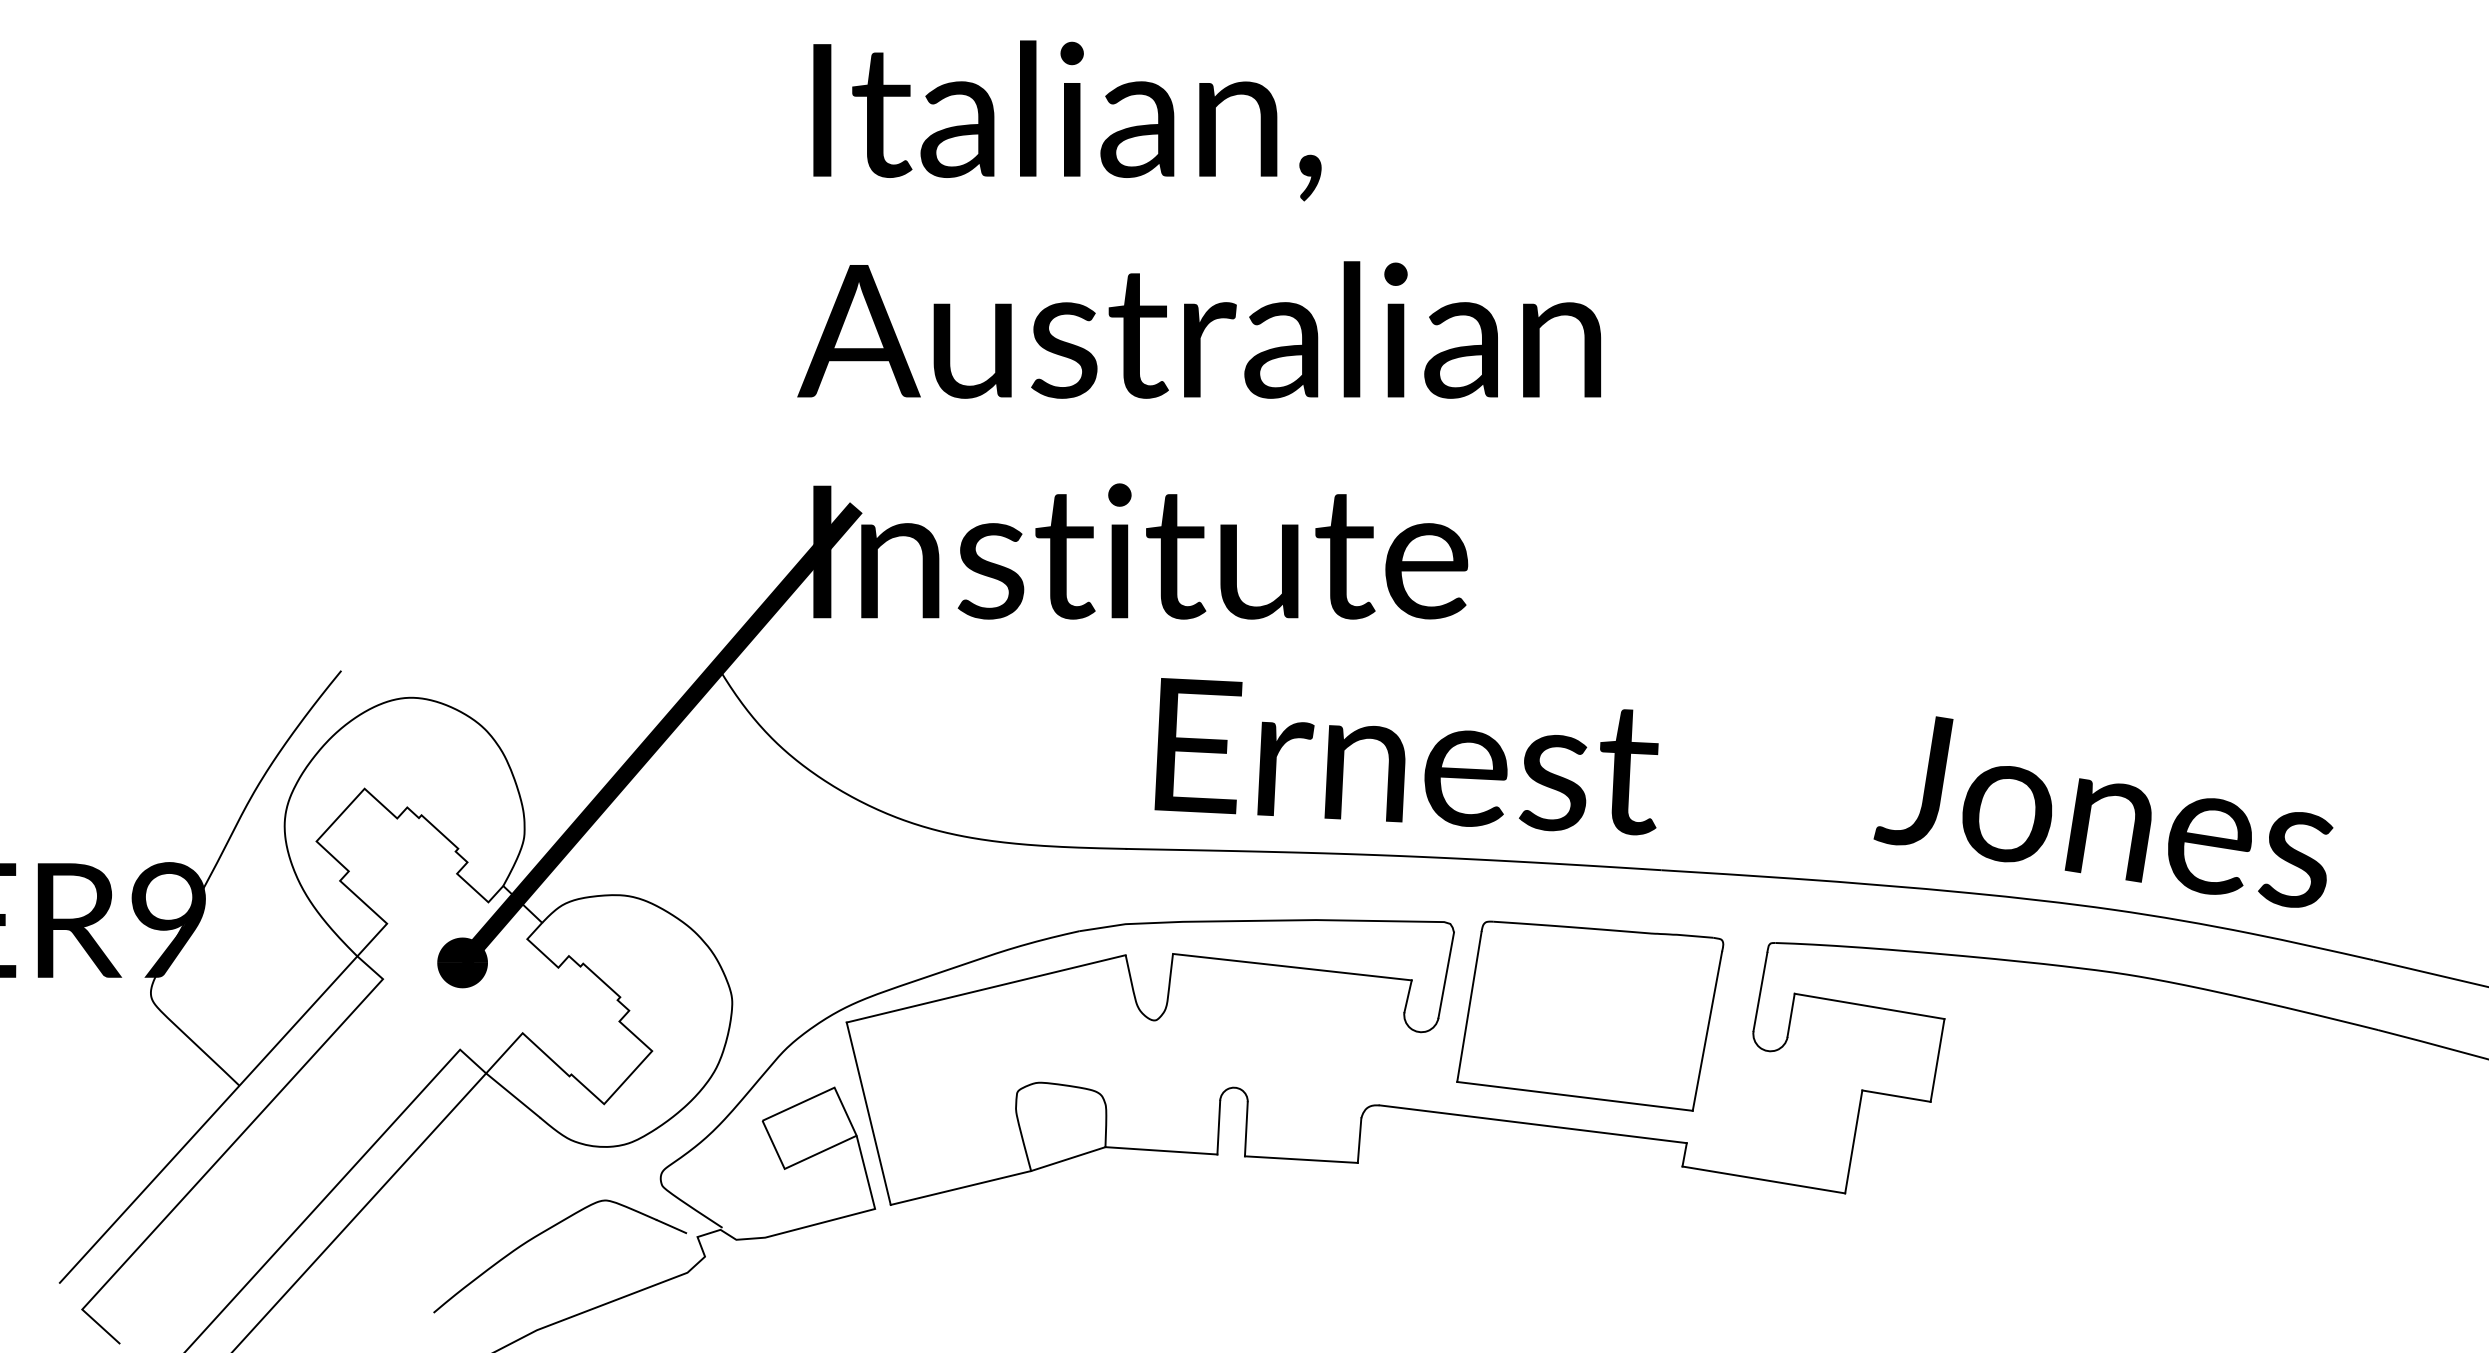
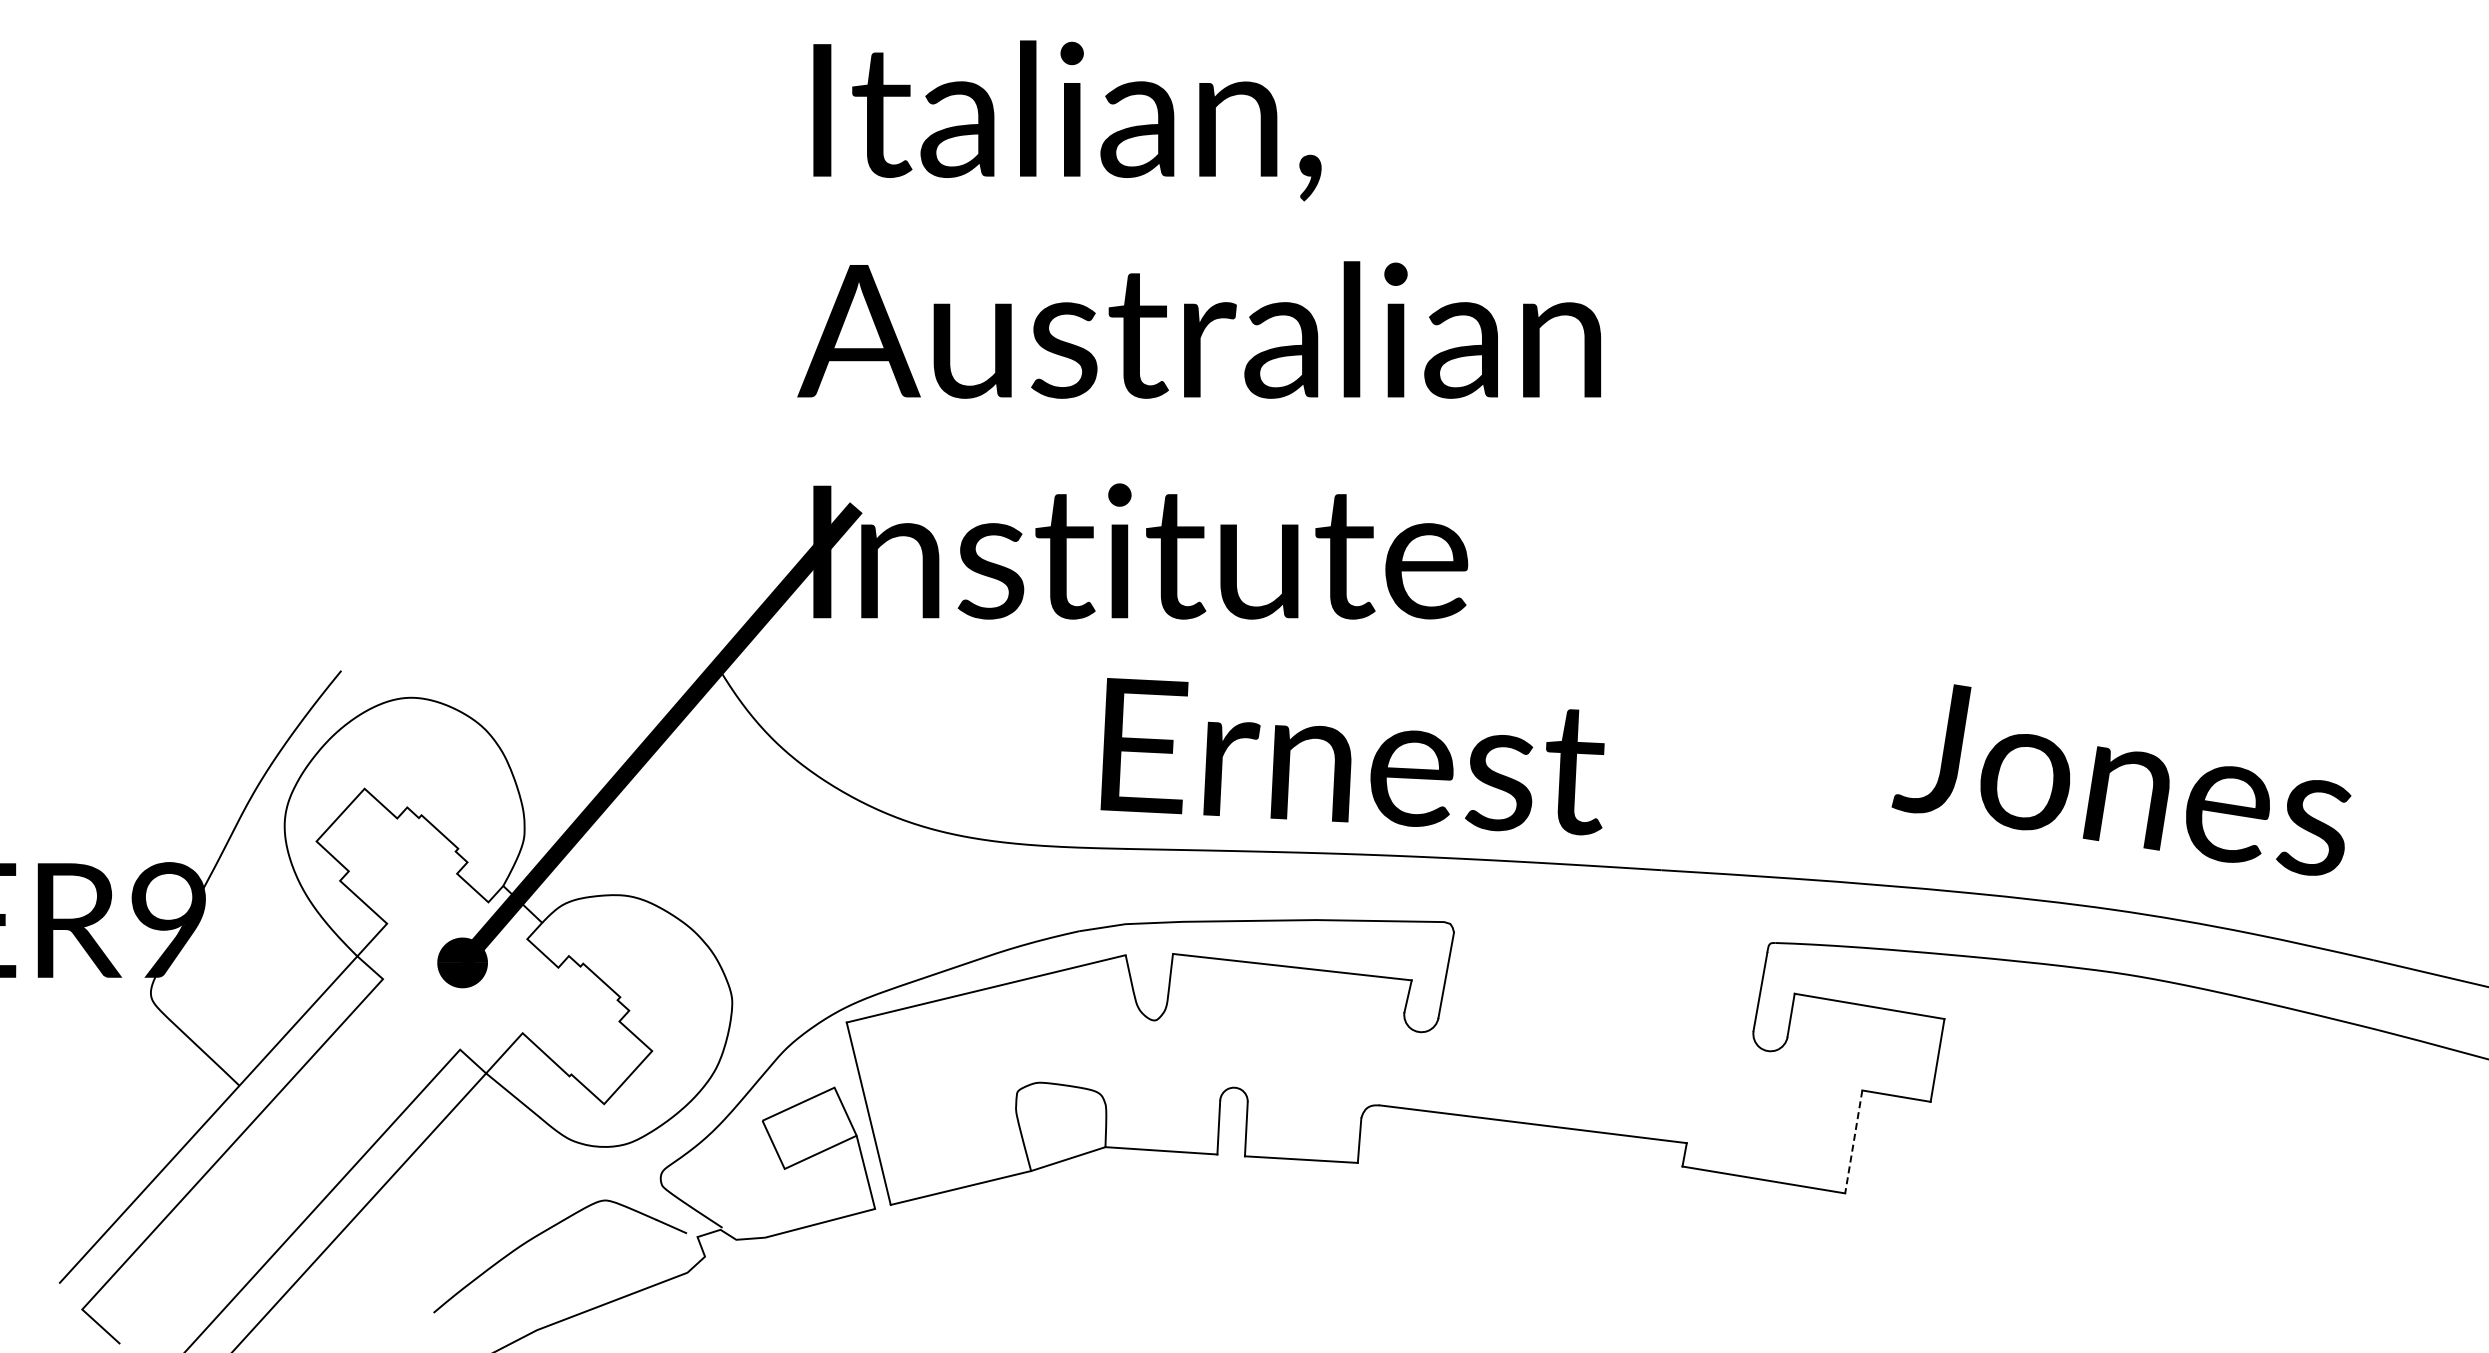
text at (1406, 756) position: (1406, 756) -> (1352, 756)
text at (2103, 811) position: (2103, 811) -> (2121, 779)
part at (1590, 1015): present -> none
line at (1853, 1142): solid -> dashed
